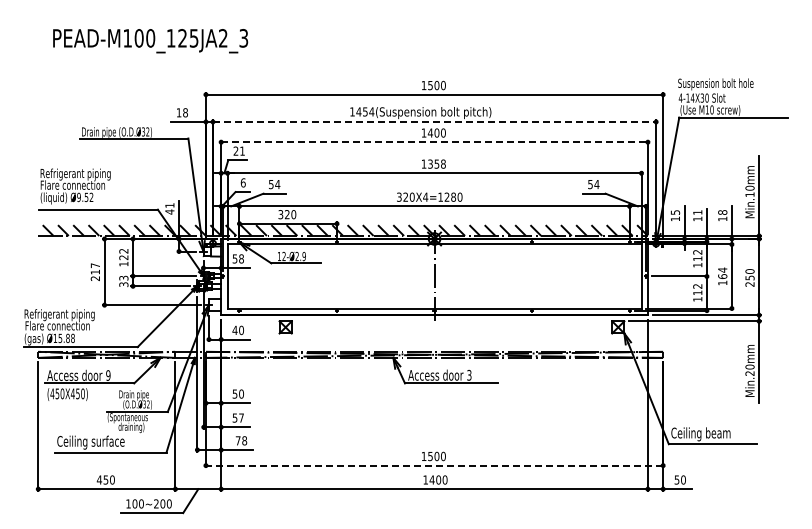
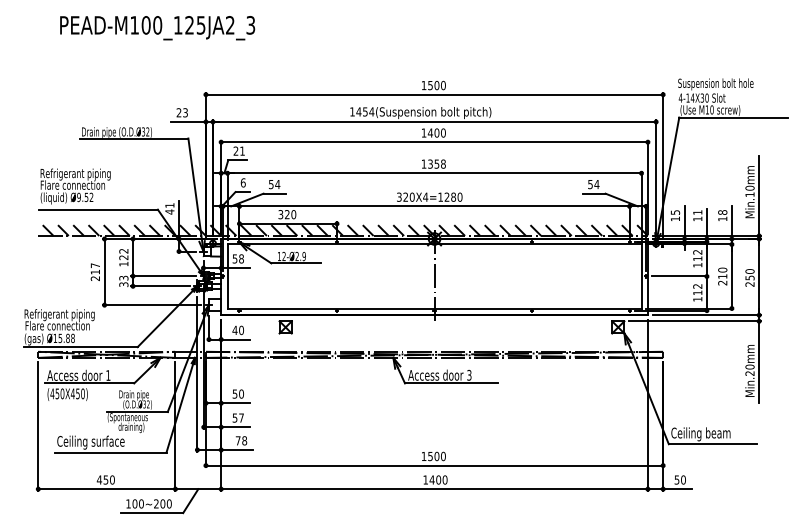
text at (150, 41) position: (150, 41) -> (157, 28)
text at (181, 112): 18 -> 23
line at (434, 121): dashed -> solid
line at (435, 142): dashed -> solid
text at (722, 276): 164 -> 210
text at (108, 375): 9 -> 1
line at (434, 465): dashed -> solid
